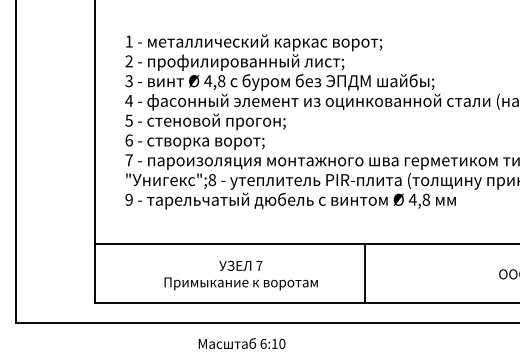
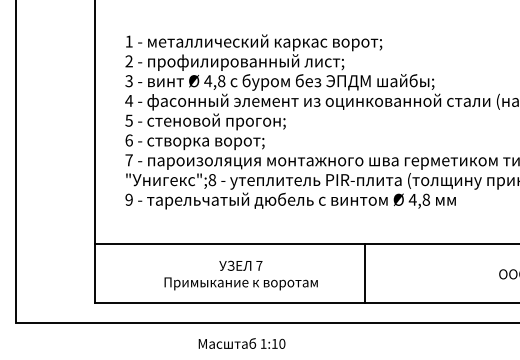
text at (263, 343): 6:10 -> 1:10
